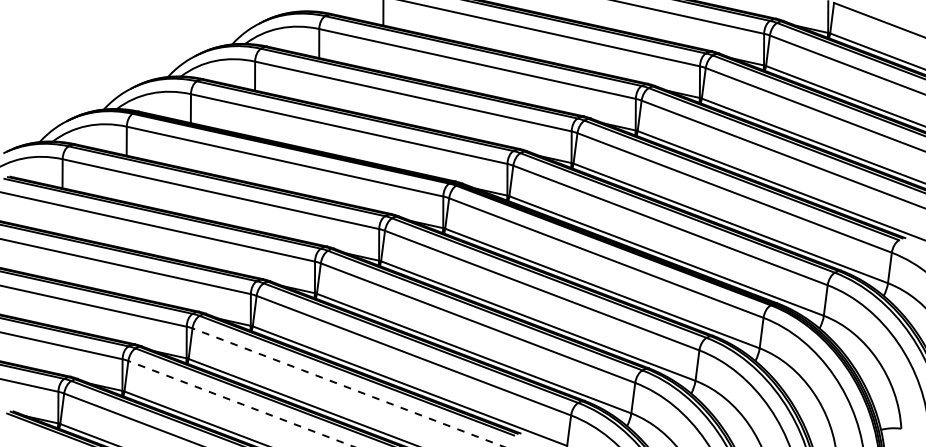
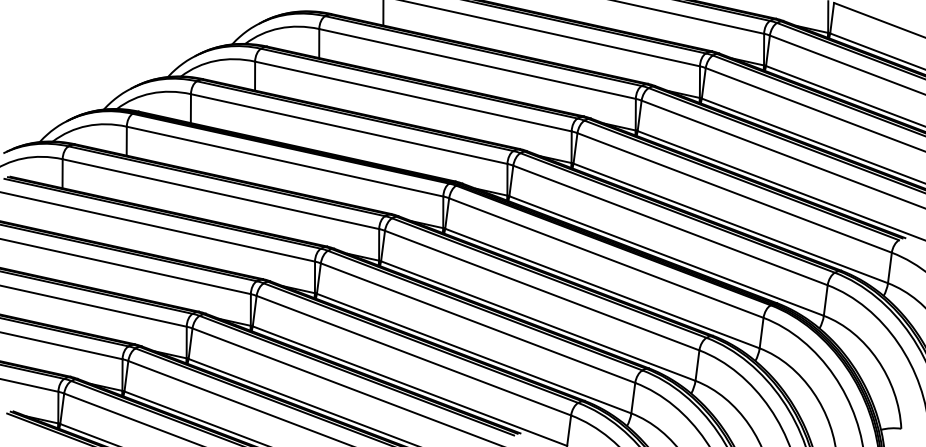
line at (348, 387): dashed -> solid
line at (241, 403): dashed -> solid
